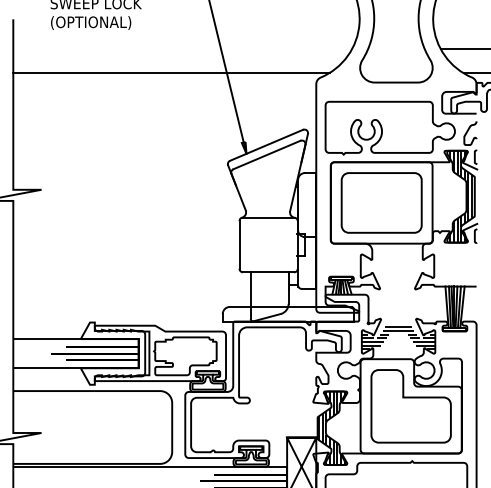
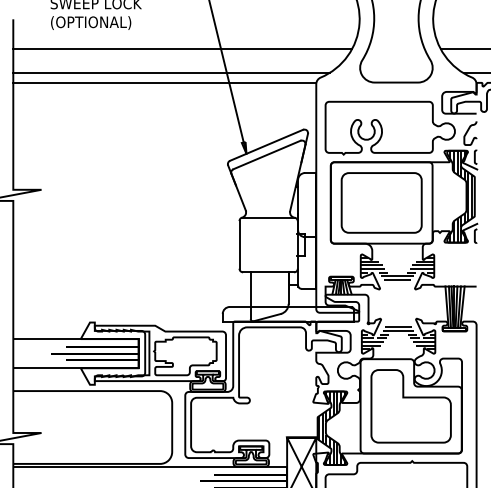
line at (182, 48): none -> present
line at (164, 82): none -> present
hatch at (397, 268): none -> present
